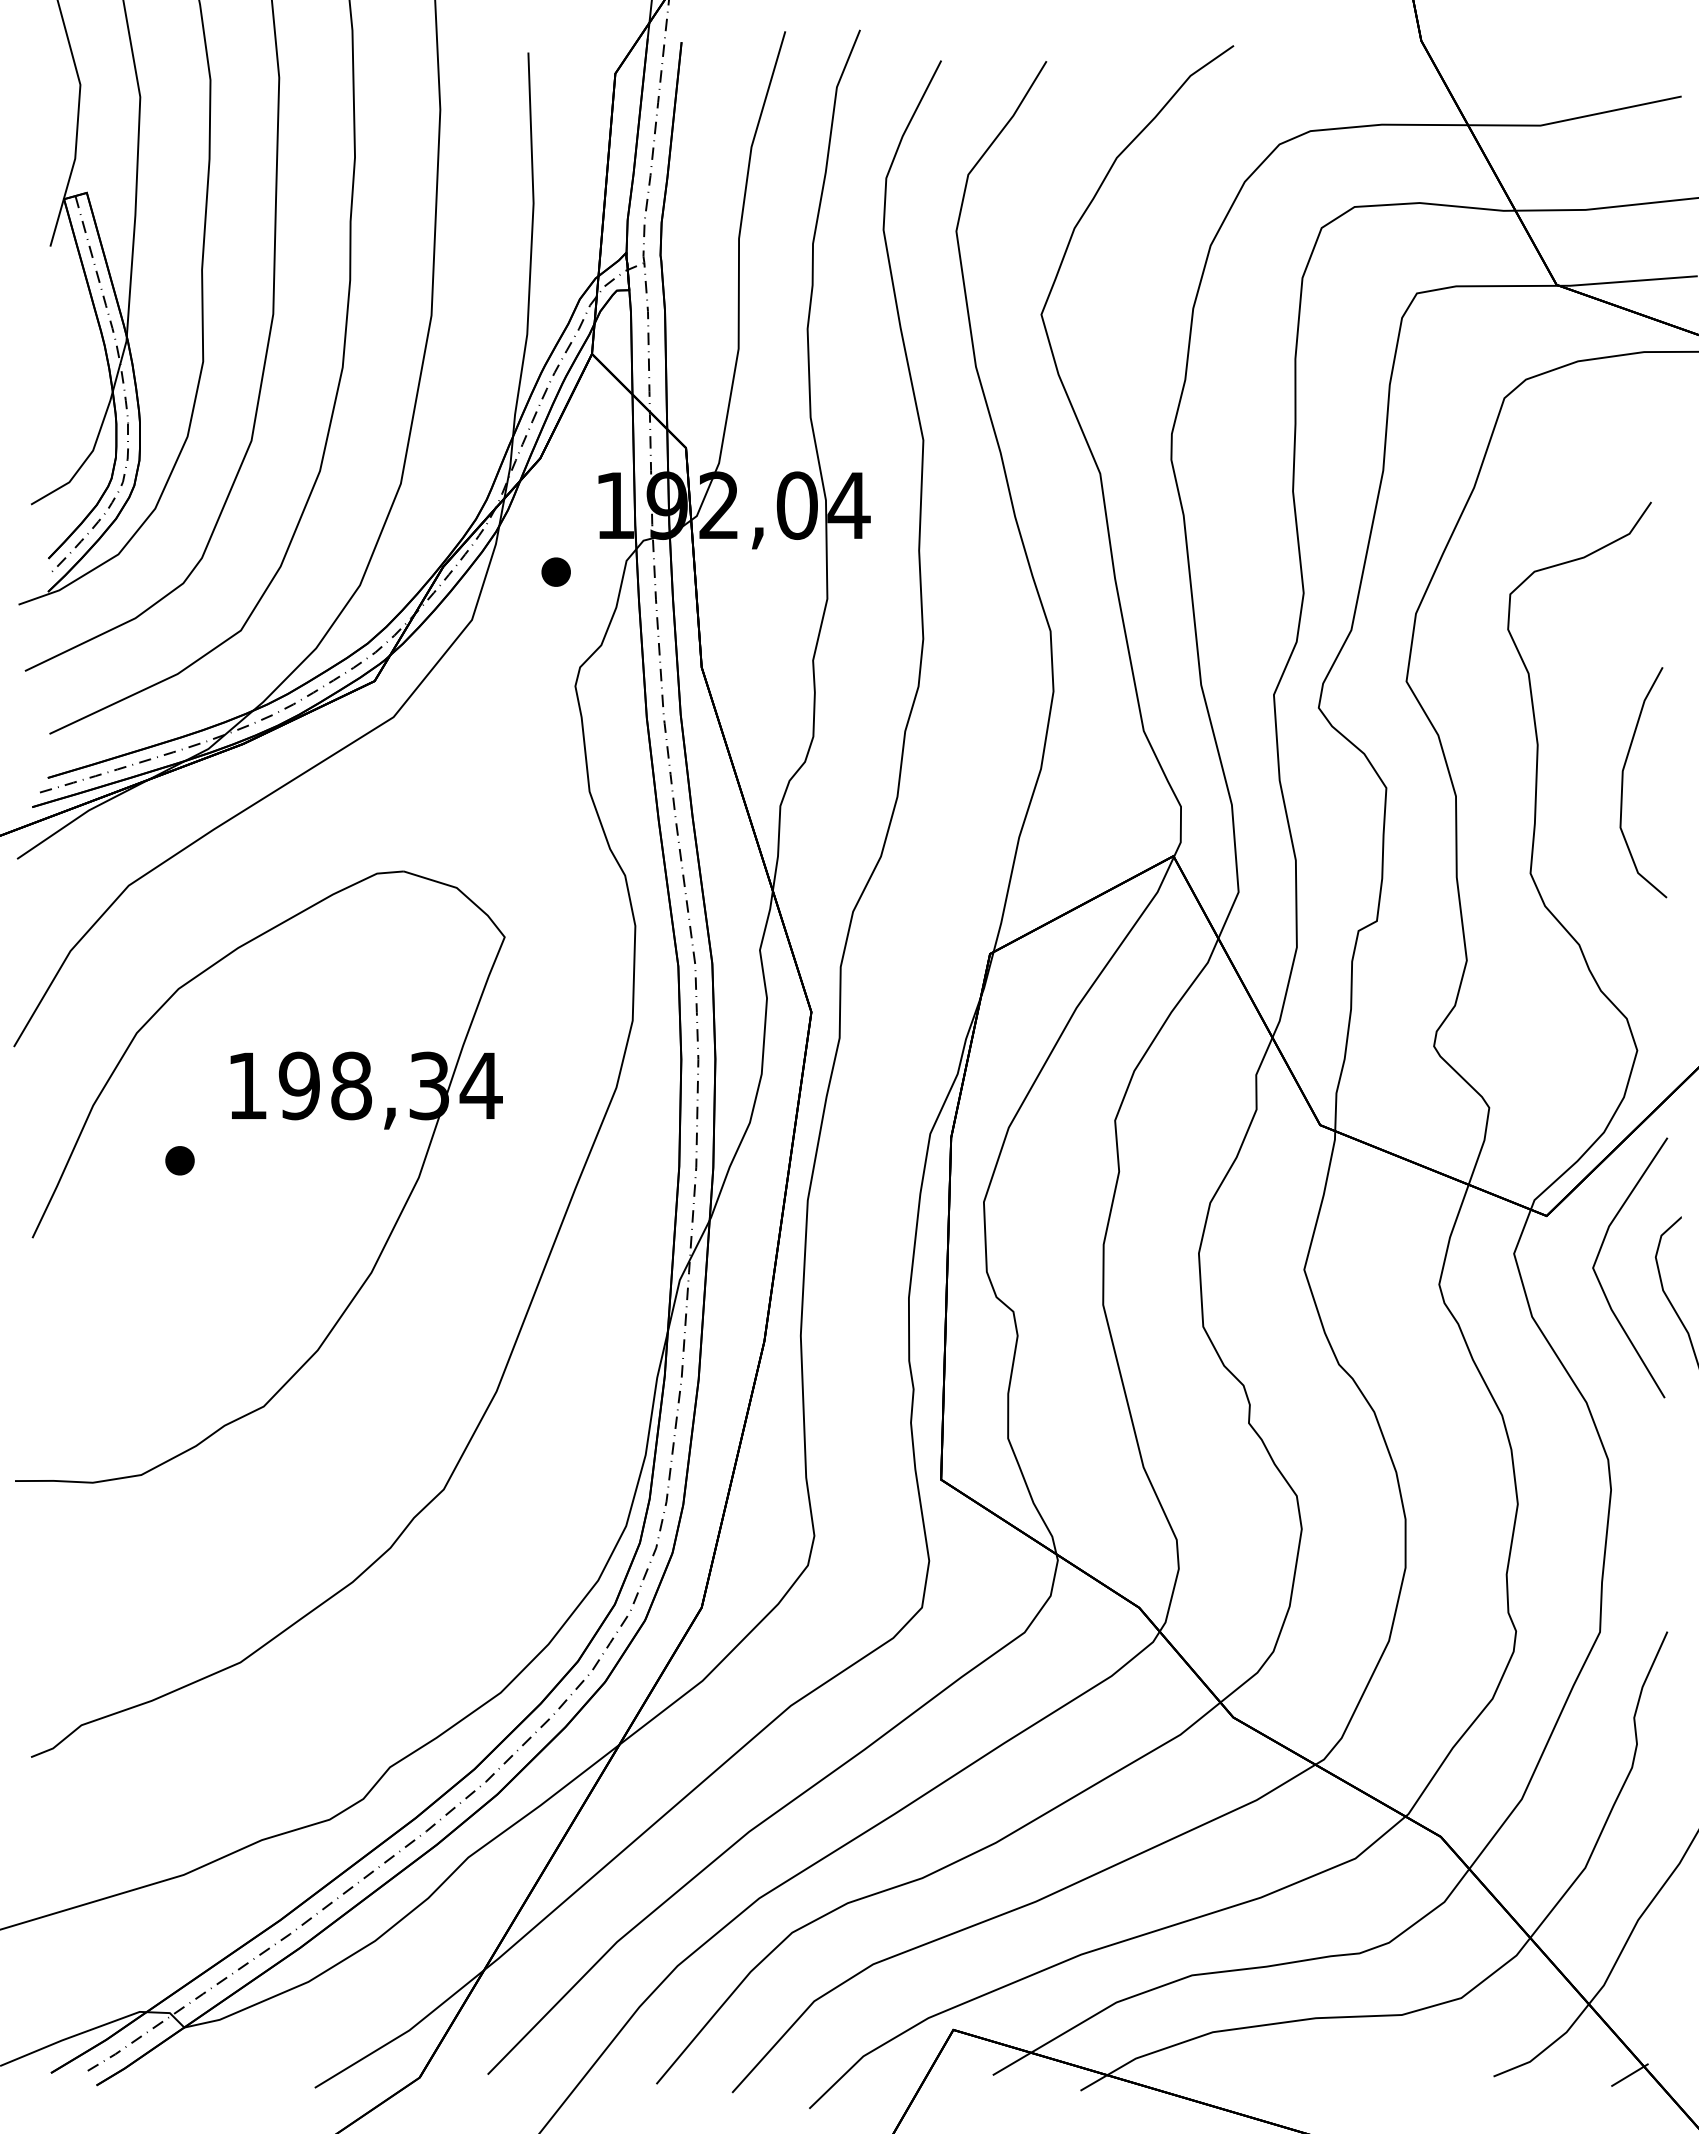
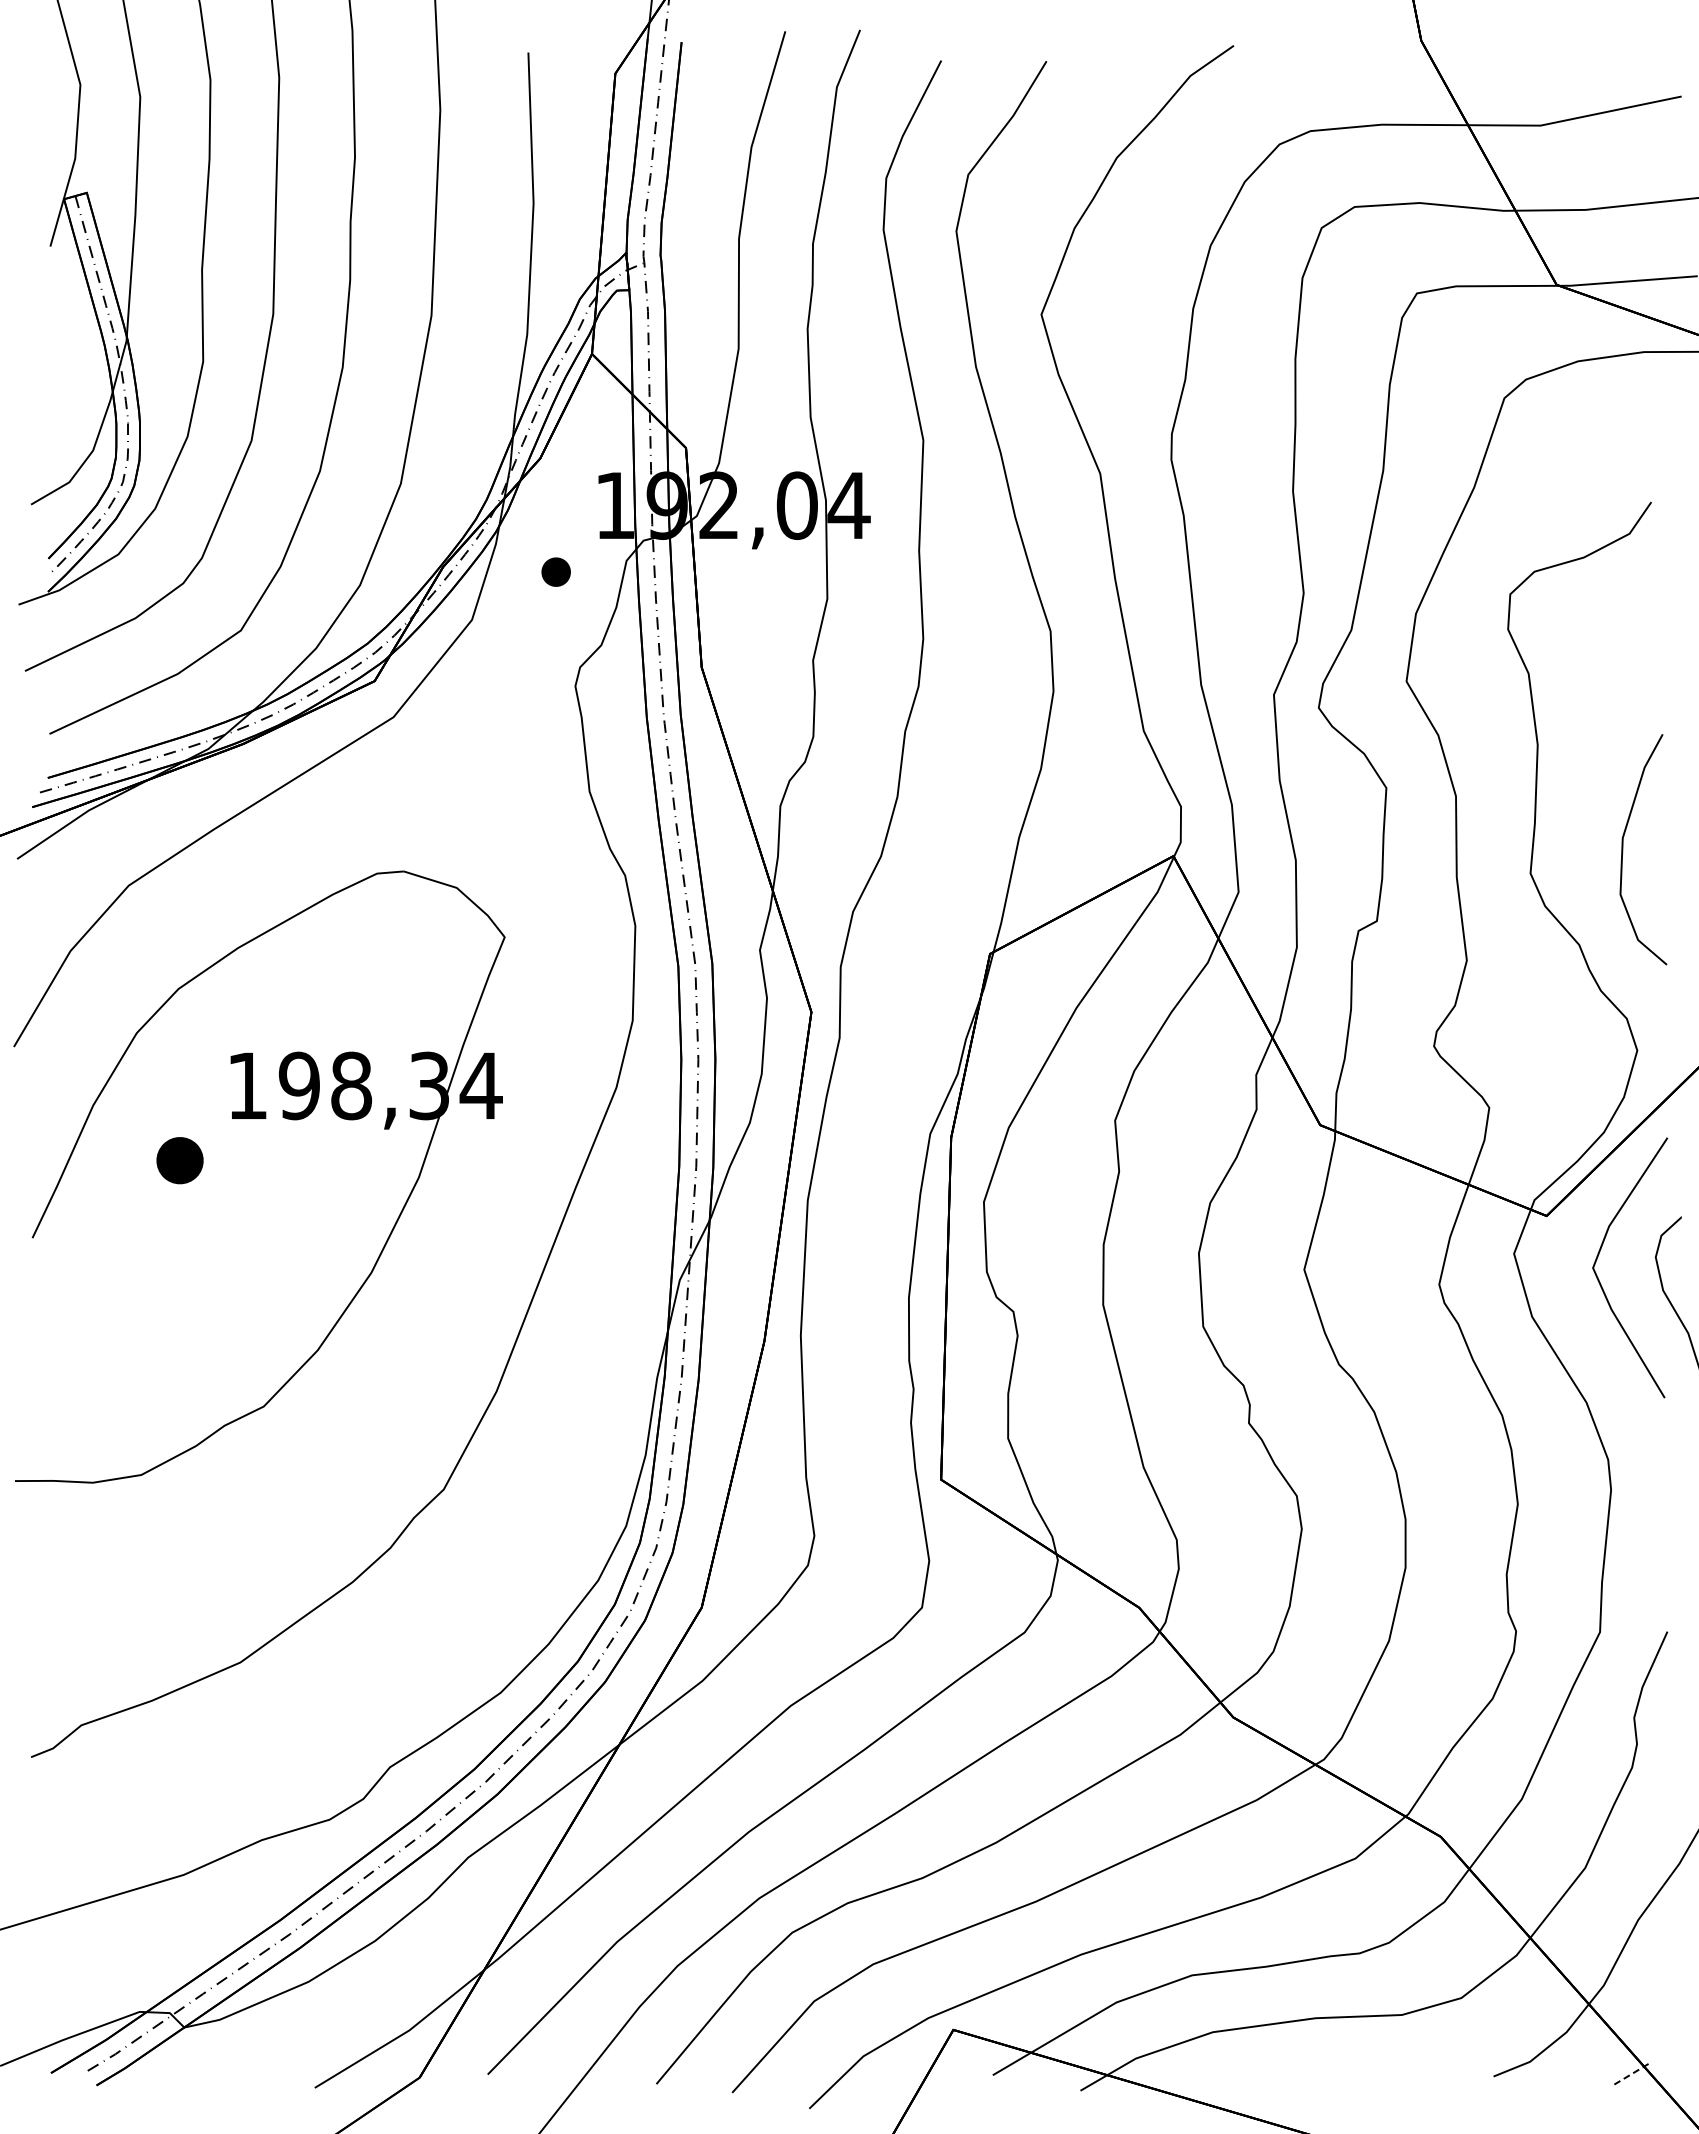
curve at (1623, 782) position: (1623, 782) -> (1623, 849)
part at (179, 1160) size: 30x30 px -> 48x48 px
line at (1629, 2075): solid -> dashed
